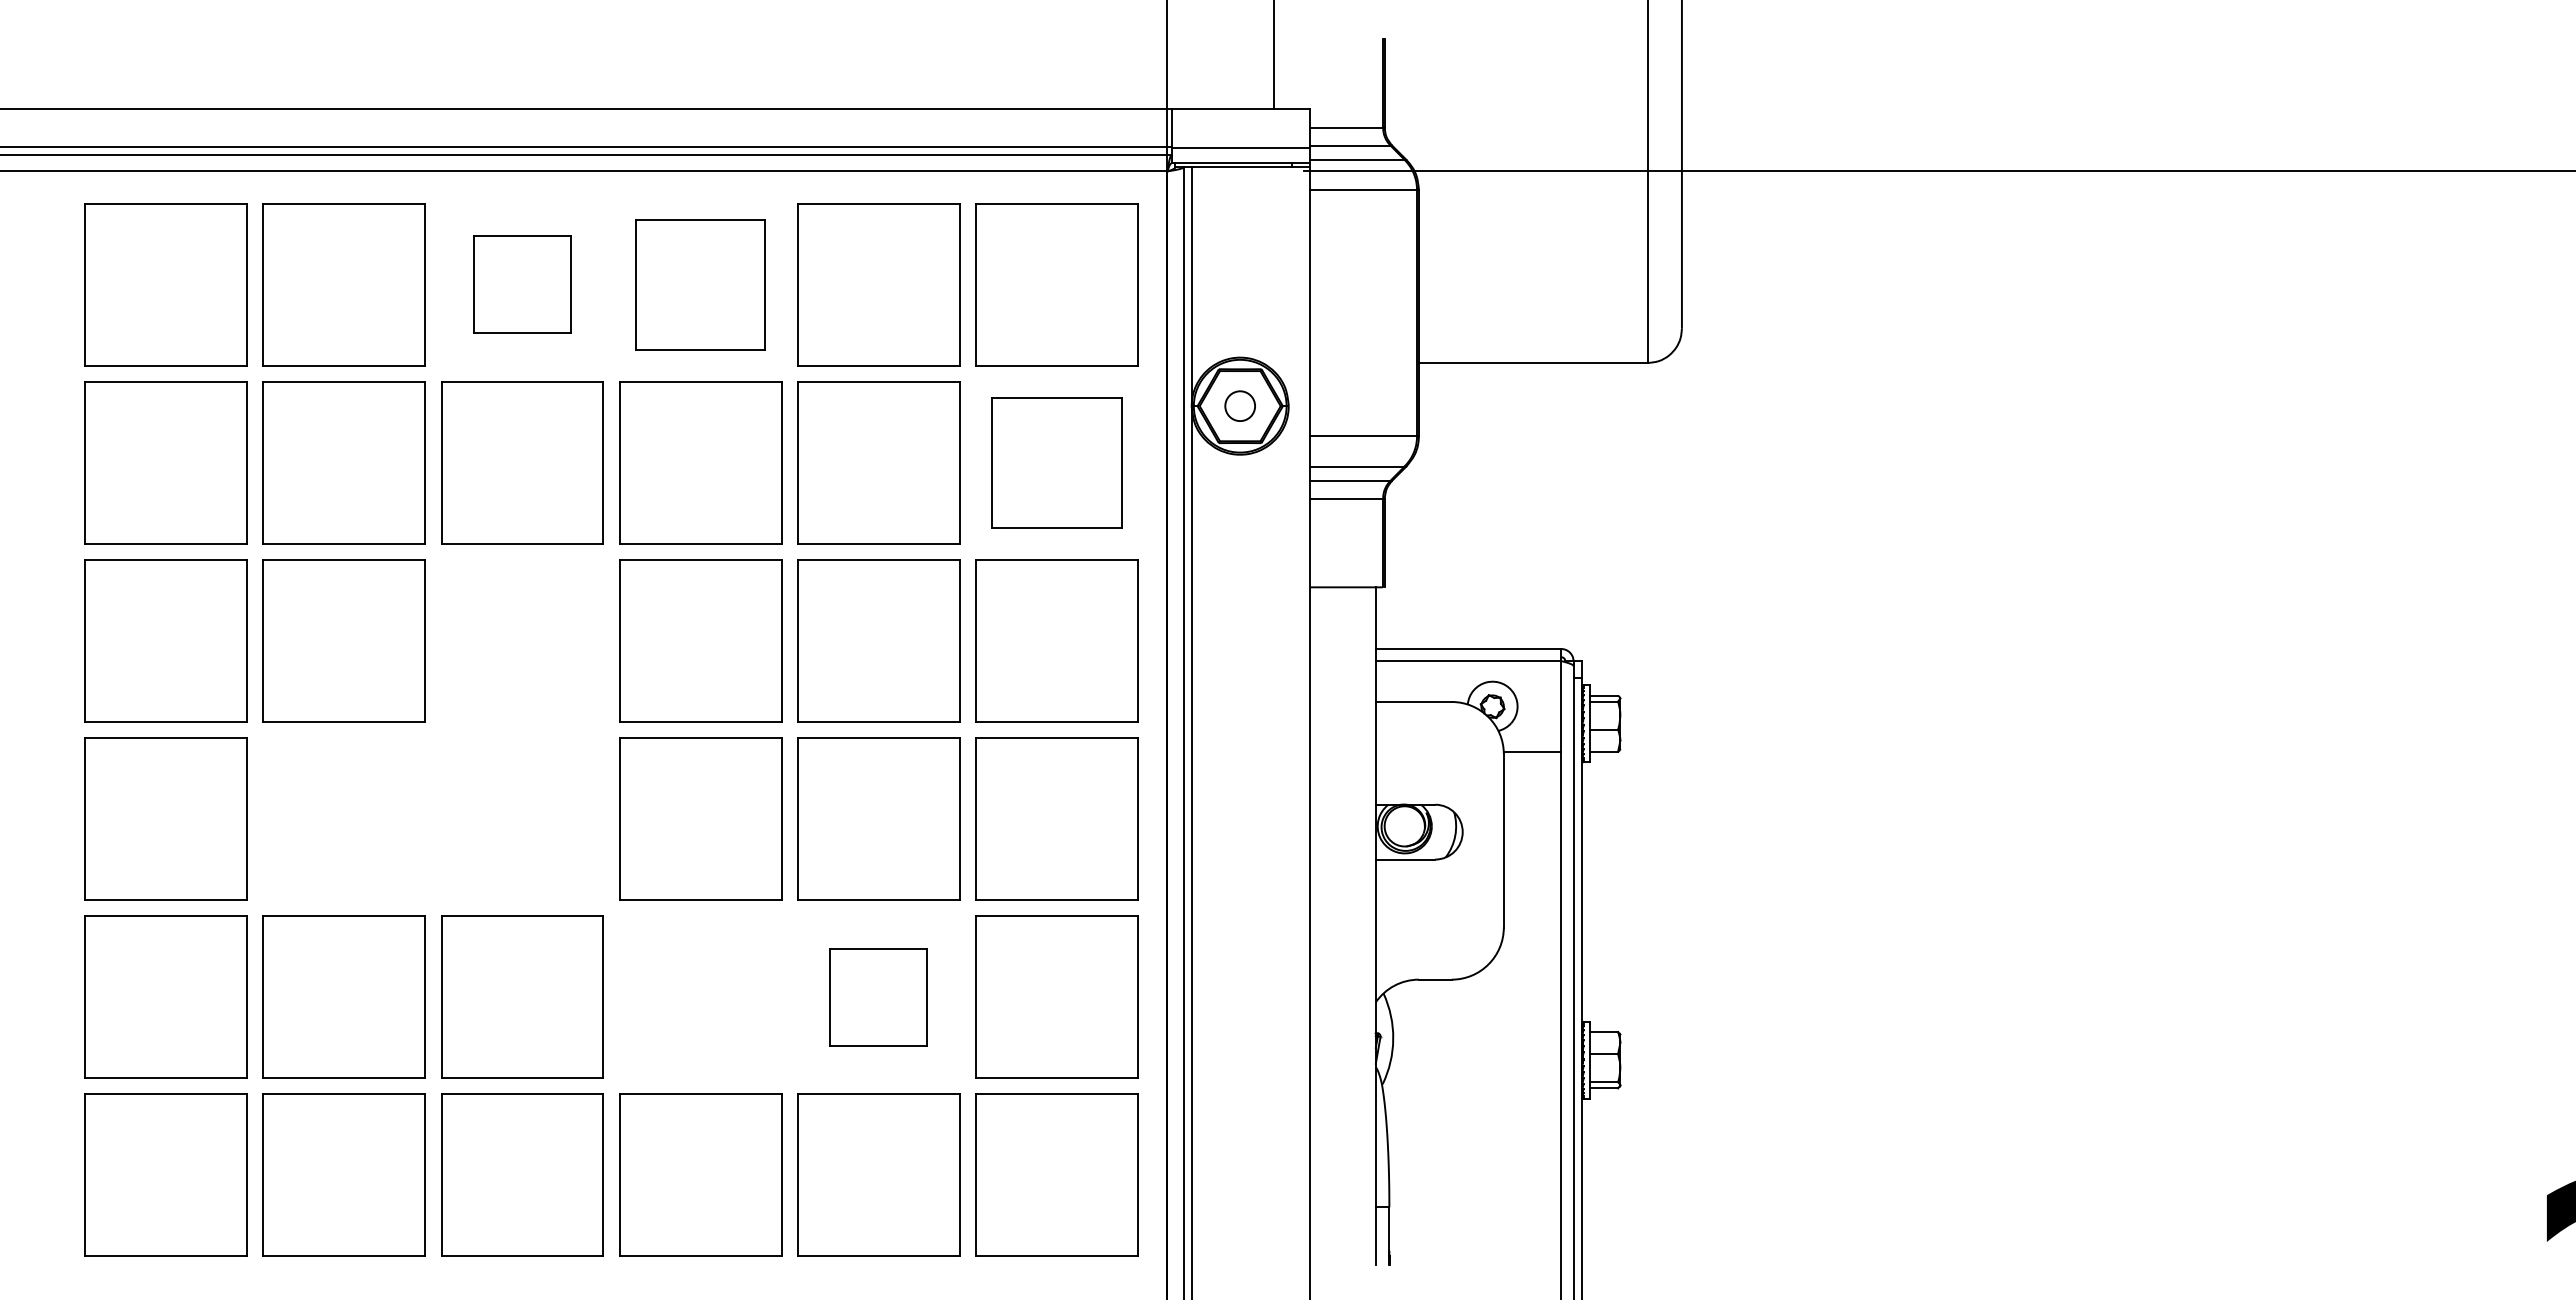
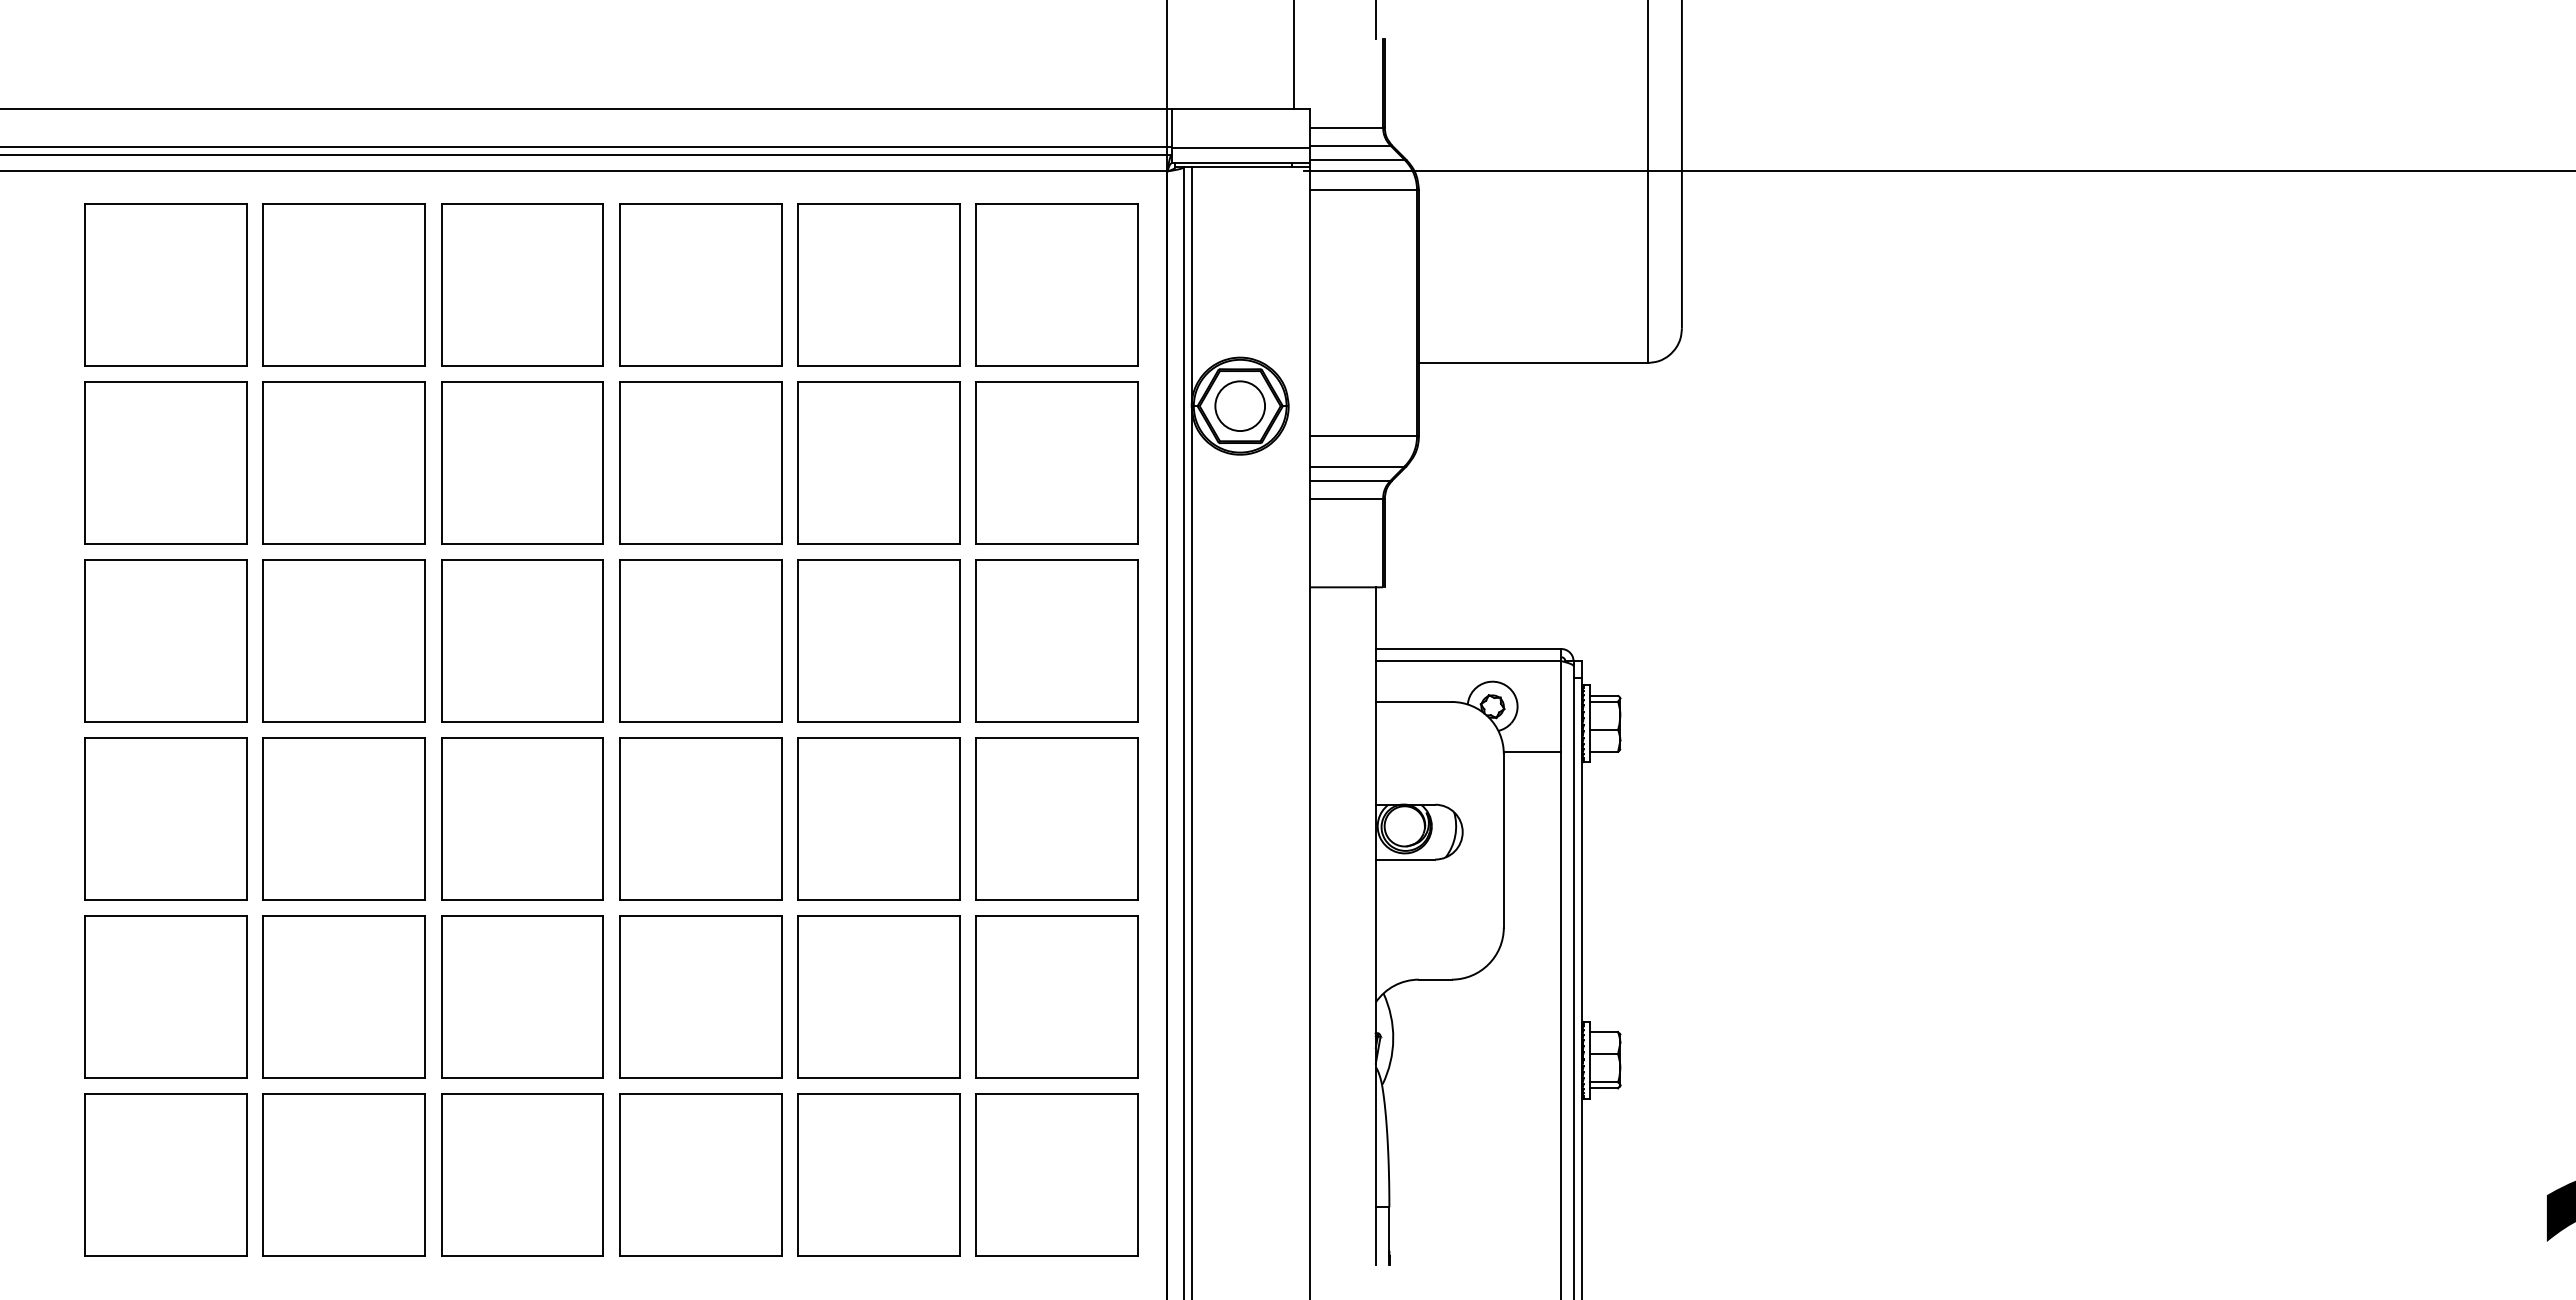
line at (1375, 20): none -> present
line at (1274, 55) position: (1274, 55) -> (1294, 55)
part at (522, 284) size: 99x99 px -> 163x164 px
part at (700, 284) size: 131x132 px -> 164x164 px
circle at (1240, 406) diameter: 30 px -> 50 px
part at (1056, 462) size: 132x132 px -> 164x164 px
part at (522, 640): none -> present
part at (343, 818): none -> present
part at (522, 818): none -> present
part at (700, 996): none -> present
part at (878, 997) size: 99x99 px -> 164x164 px
